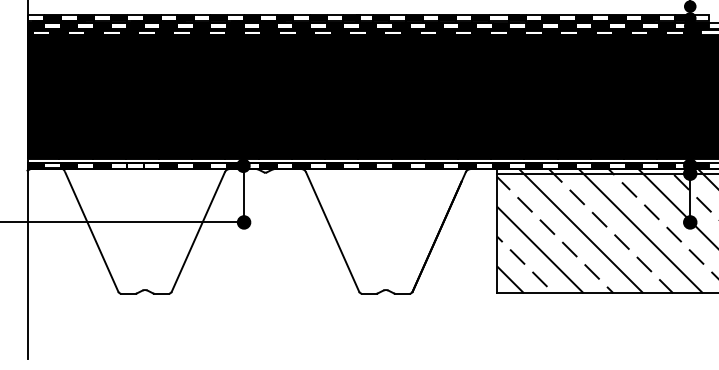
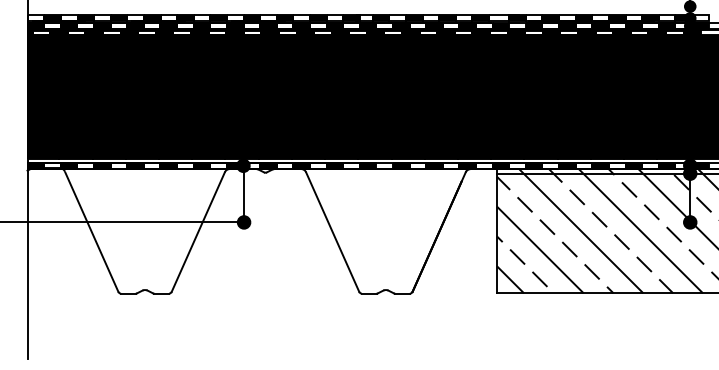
fill at (135, 165): none -> present
